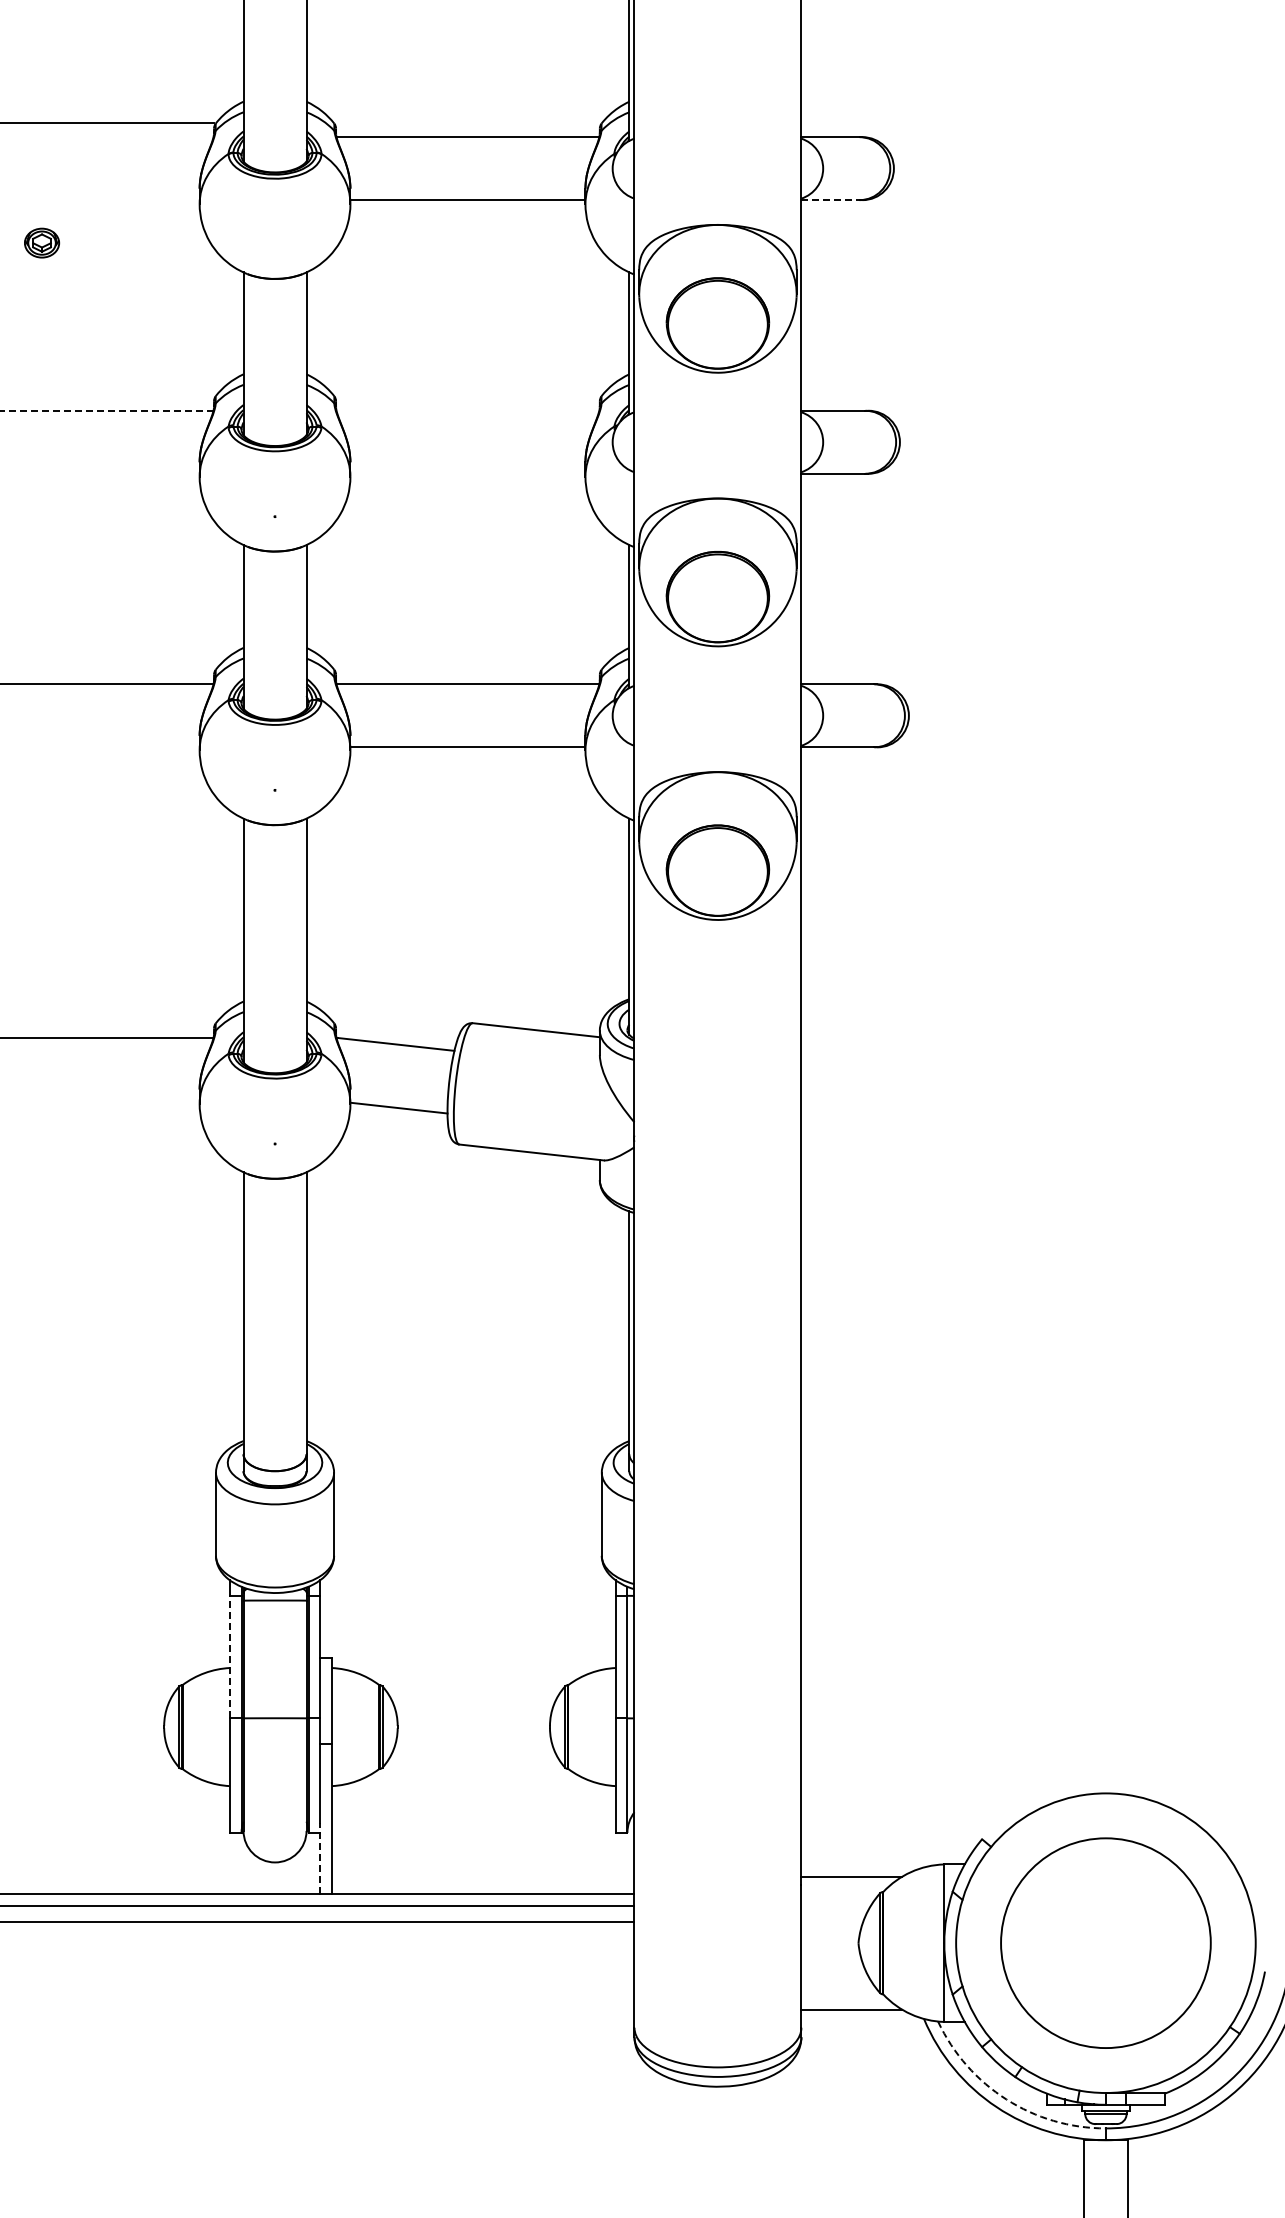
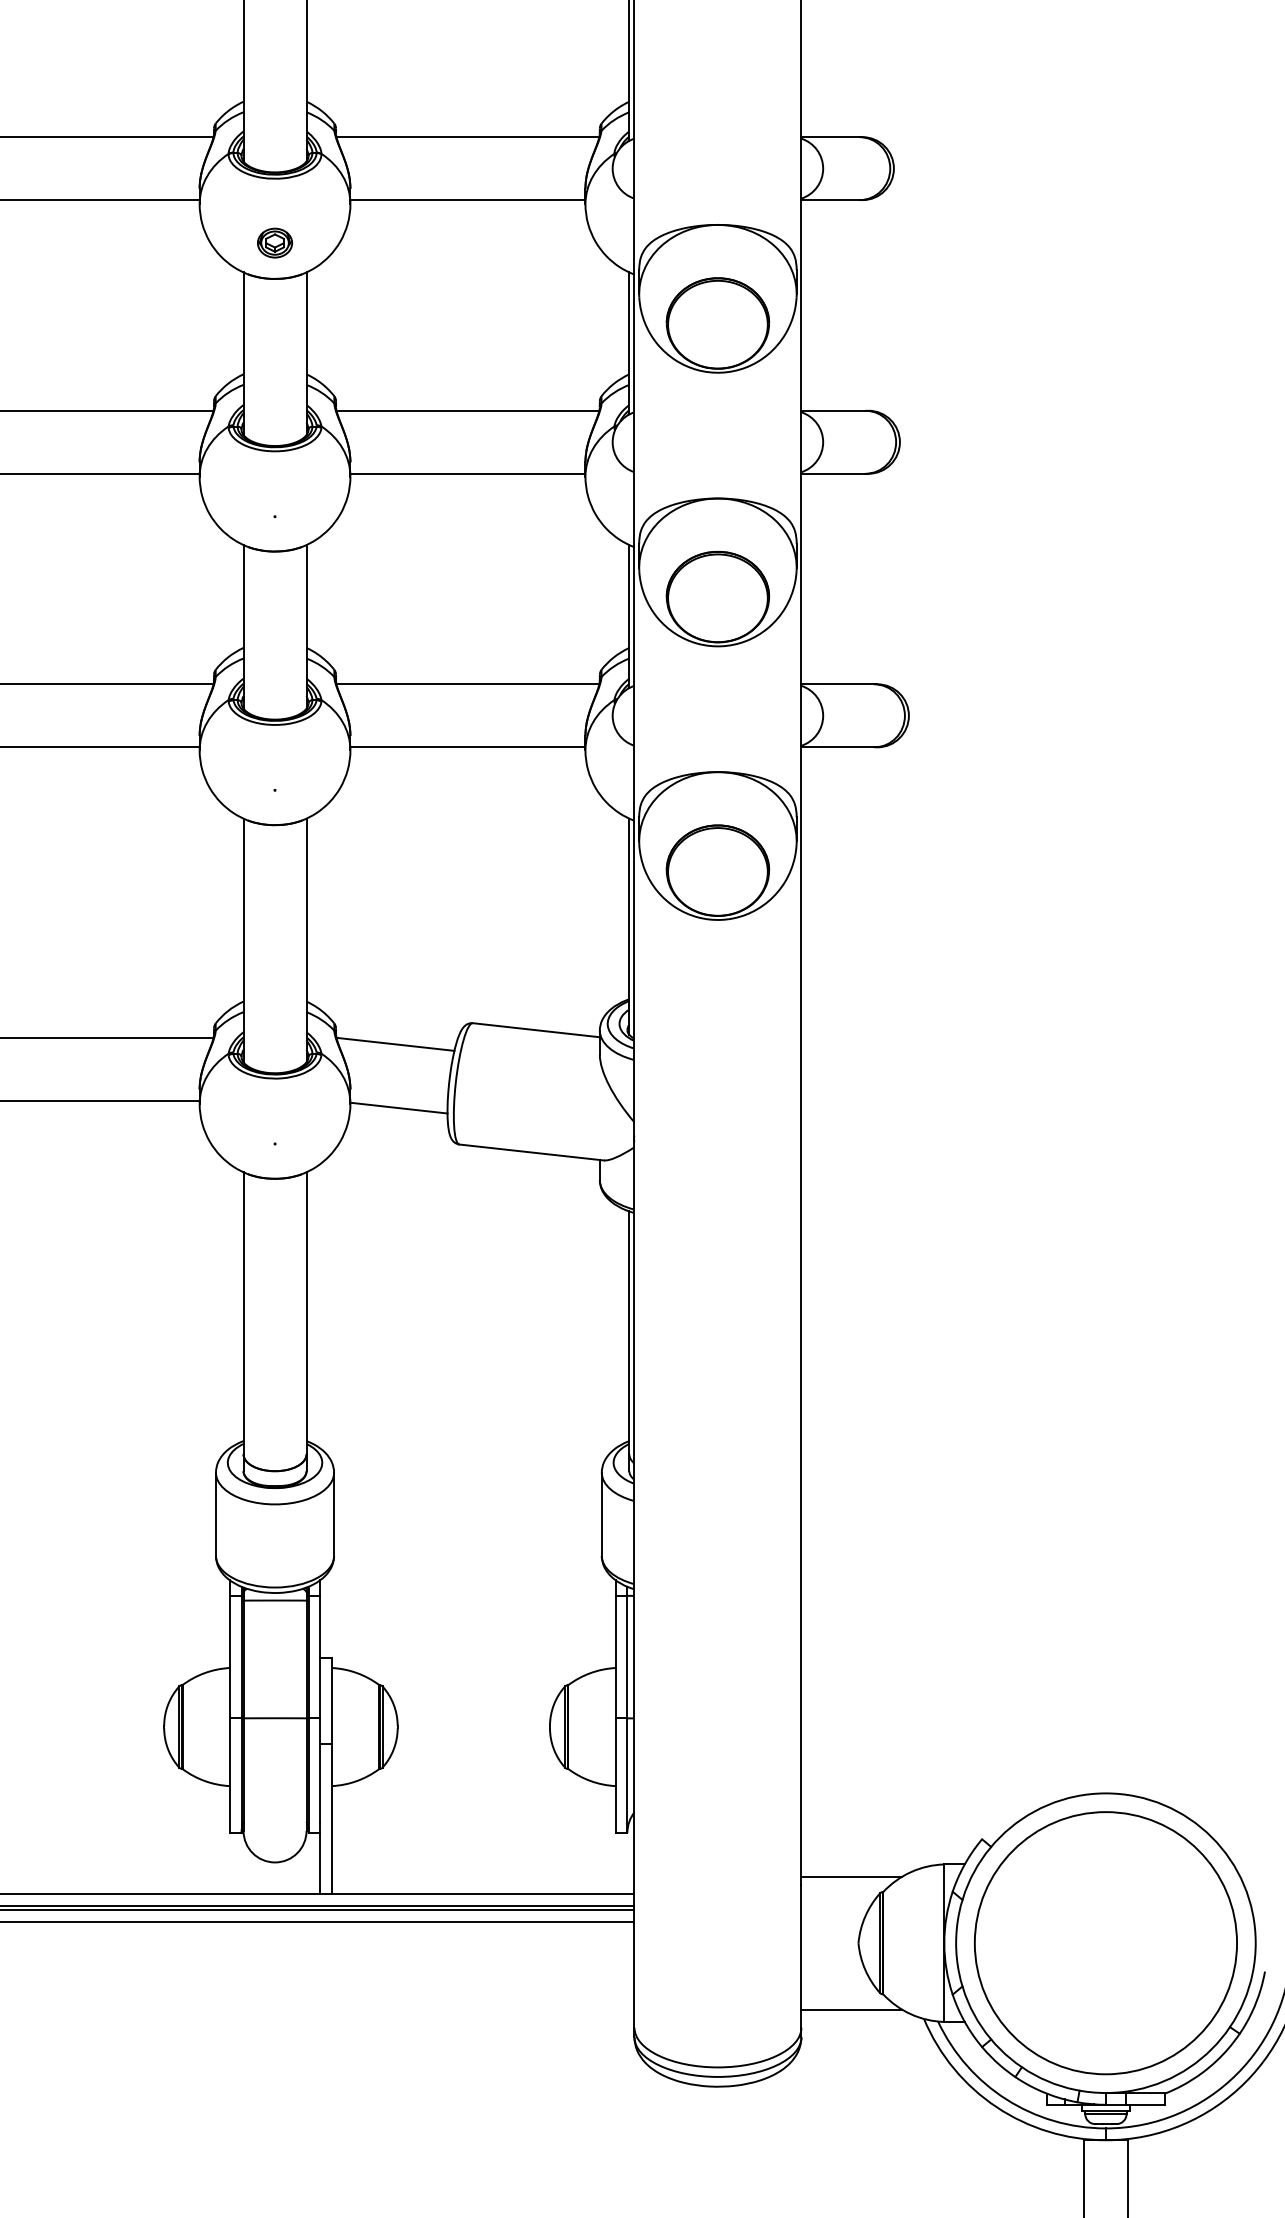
line at (107, 123) position: (107, 123) -> (107, 137)
line at (100, 200): none -> present
line at (830, 200): dashed -> solid
part at (42, 242) position: (42, 242) -> (275, 242)
line at (106, 410): dashed -> solid
line at (467, 410): none -> present
line at (100, 473): none -> present
line at (467, 473): none -> present
line at (100, 747): none -> present
line at (100, 1100): none -> present
line at (229, 1656): dashed -> solid
line at (320, 1858): dashed -> solid
line at (318, 1909): none -> present
circle at (1105, 1943) diameter: 210 px -> 262 px
arc at (1006, 2099): dashed -> solid
